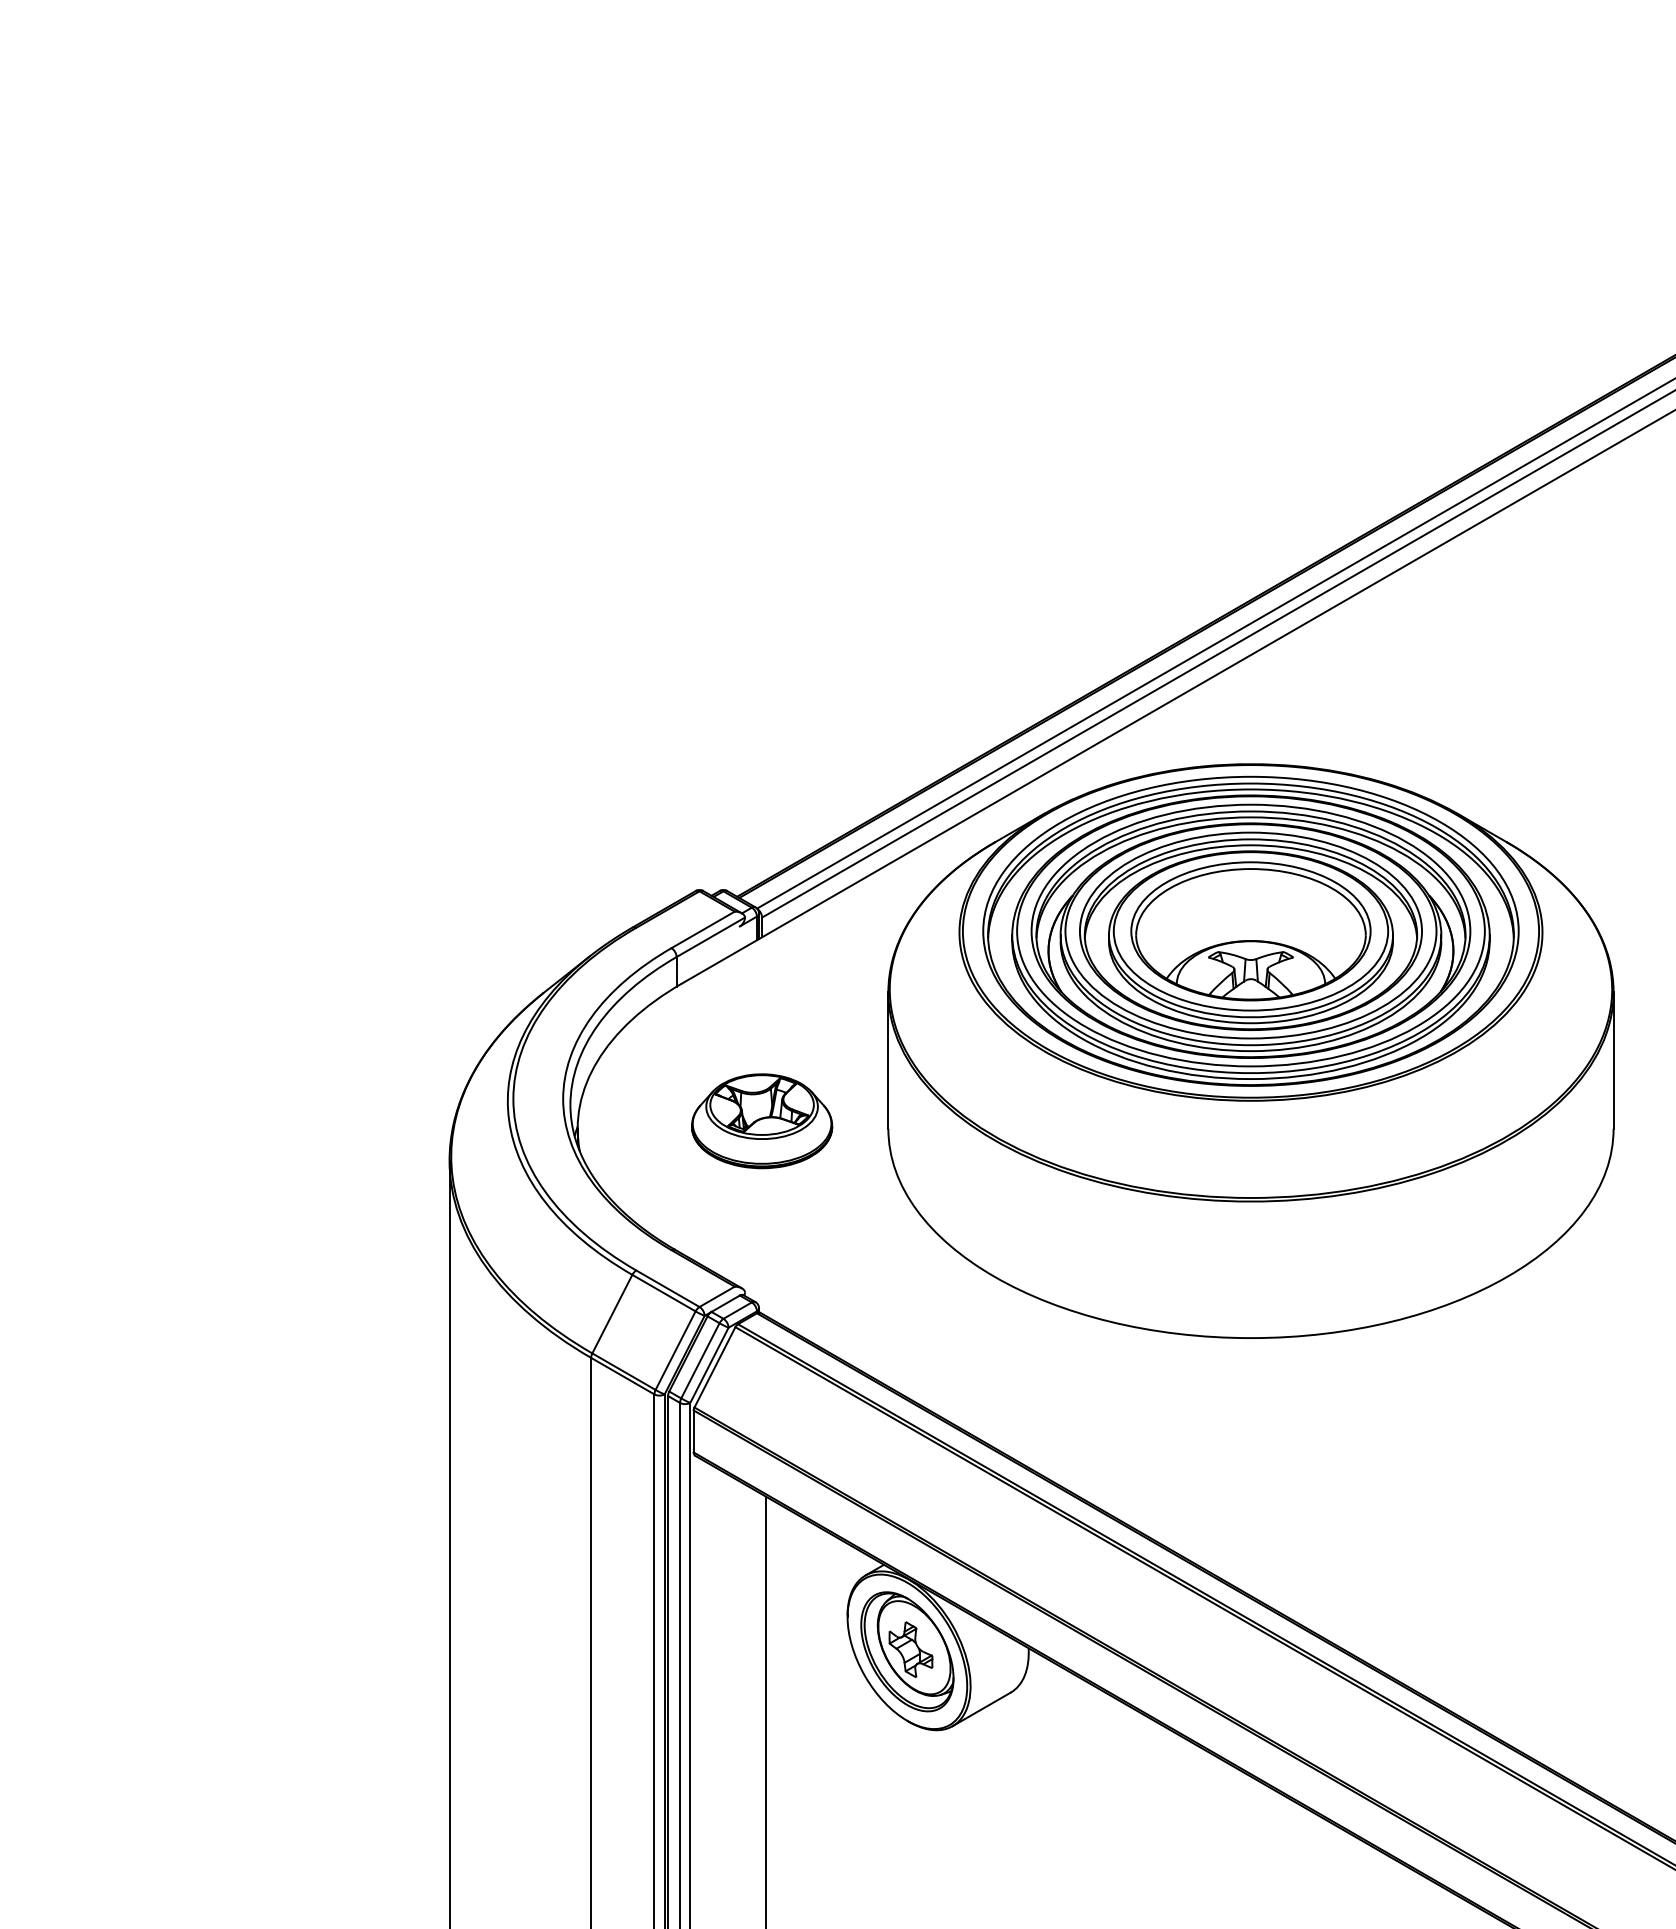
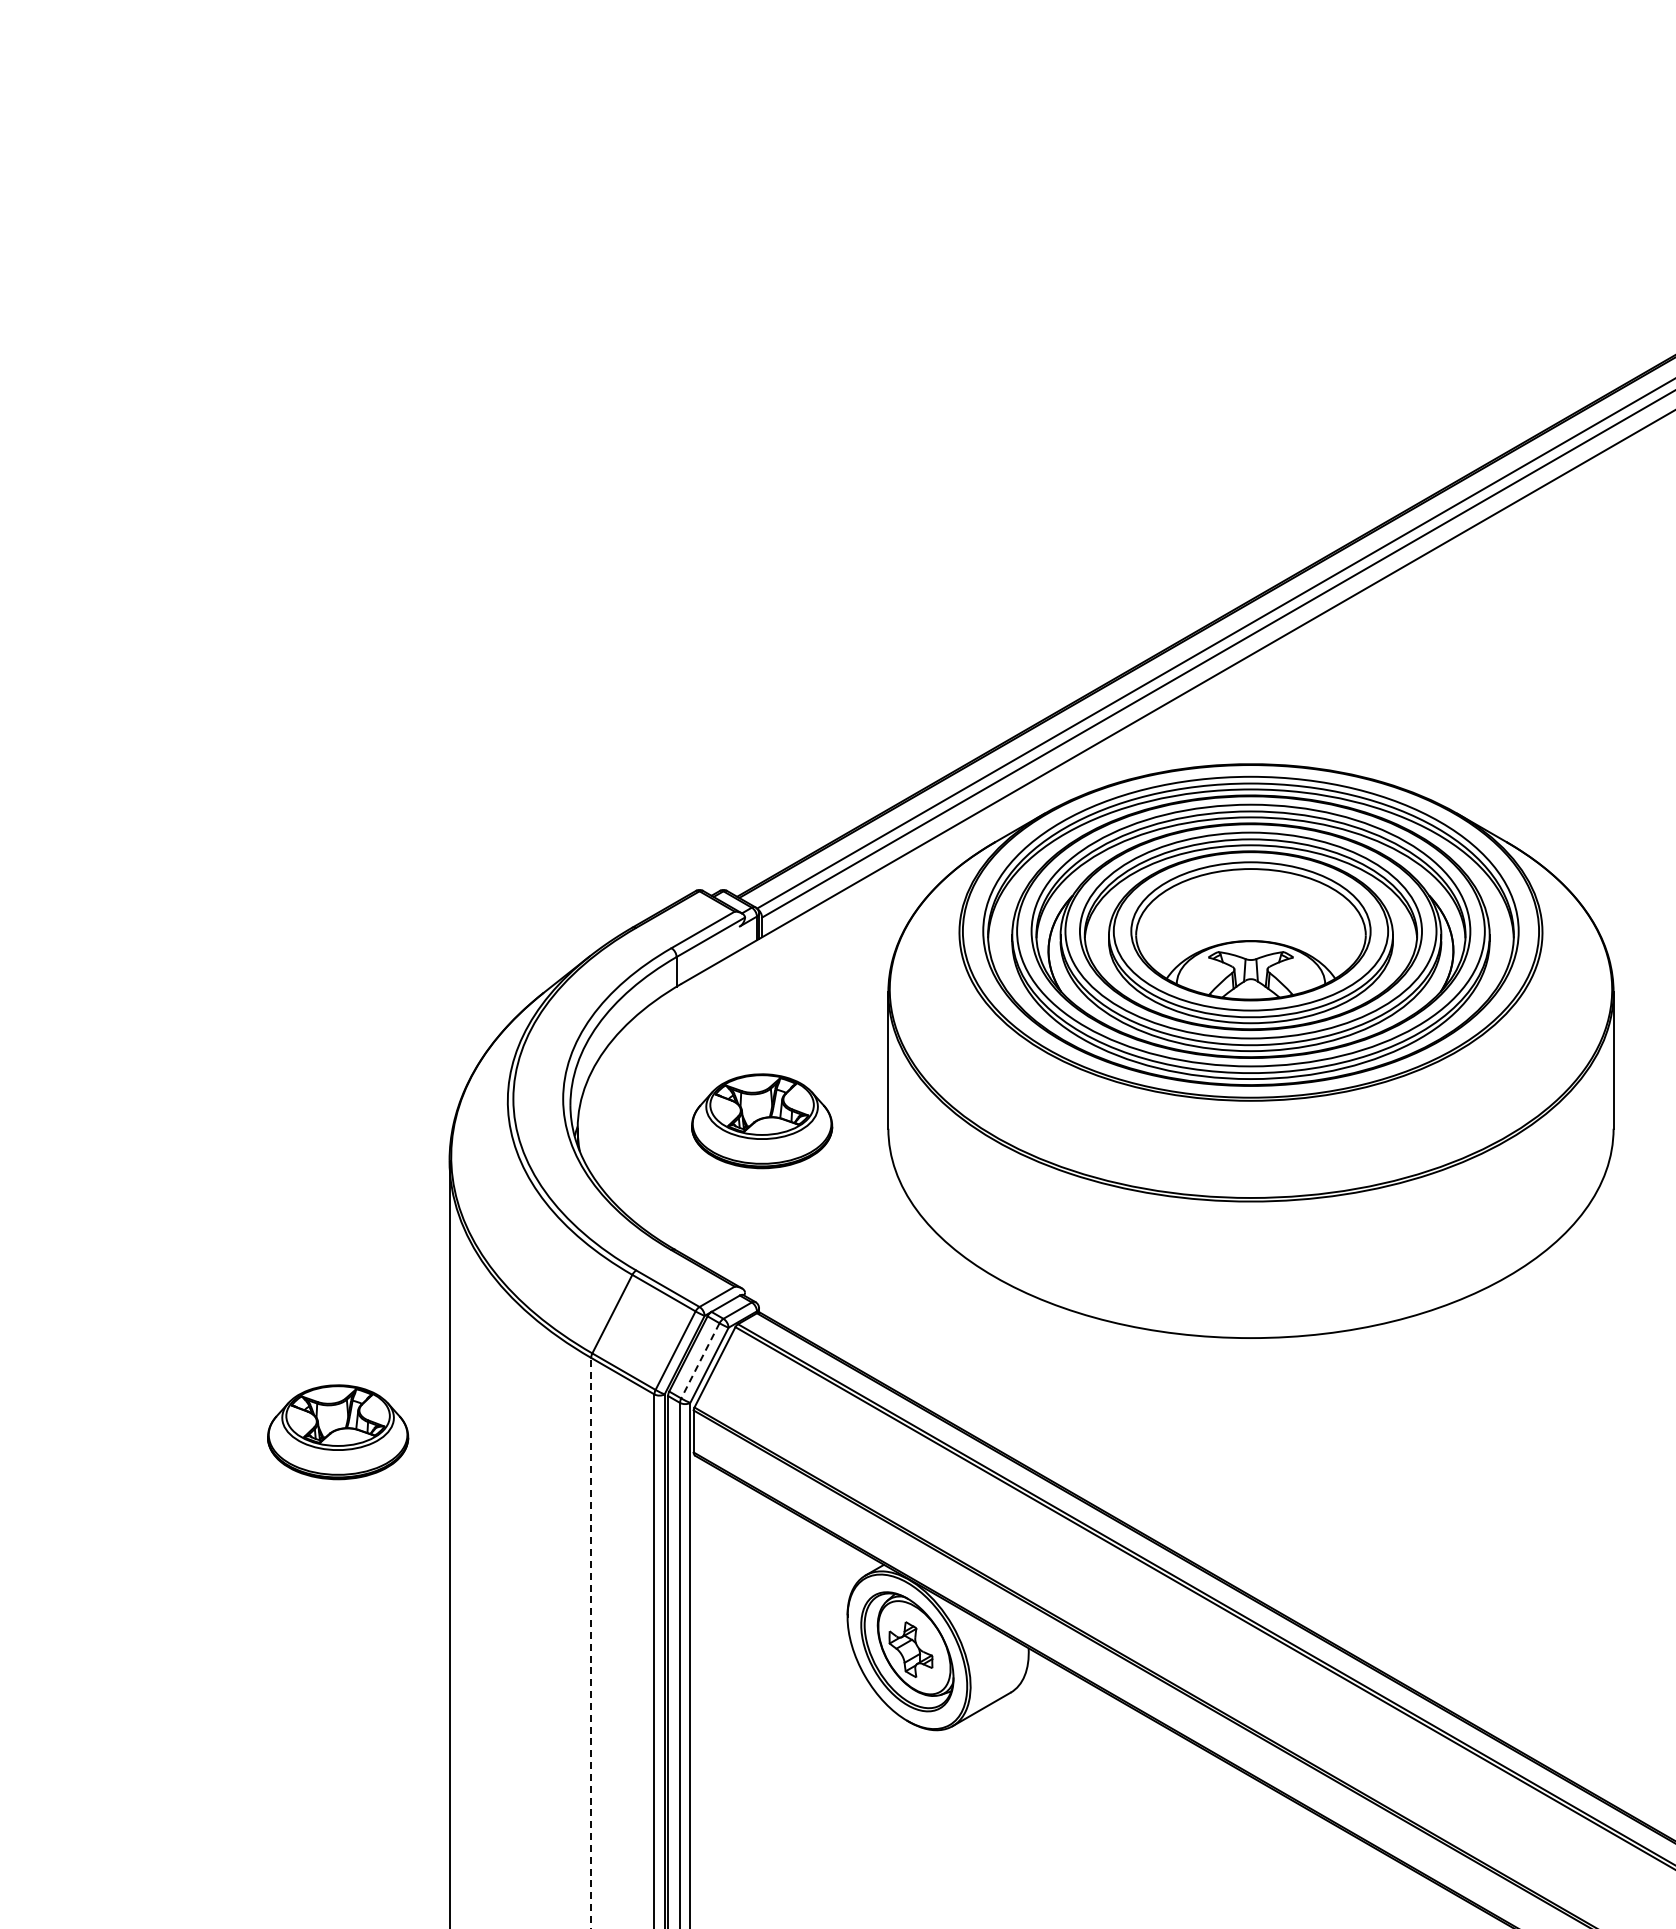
line at (700, 1361): solid -> dashed
part at (338, 1432): none -> present
line at (591, 1642): solid -> dashed
line at (766, 1710): present -> none
